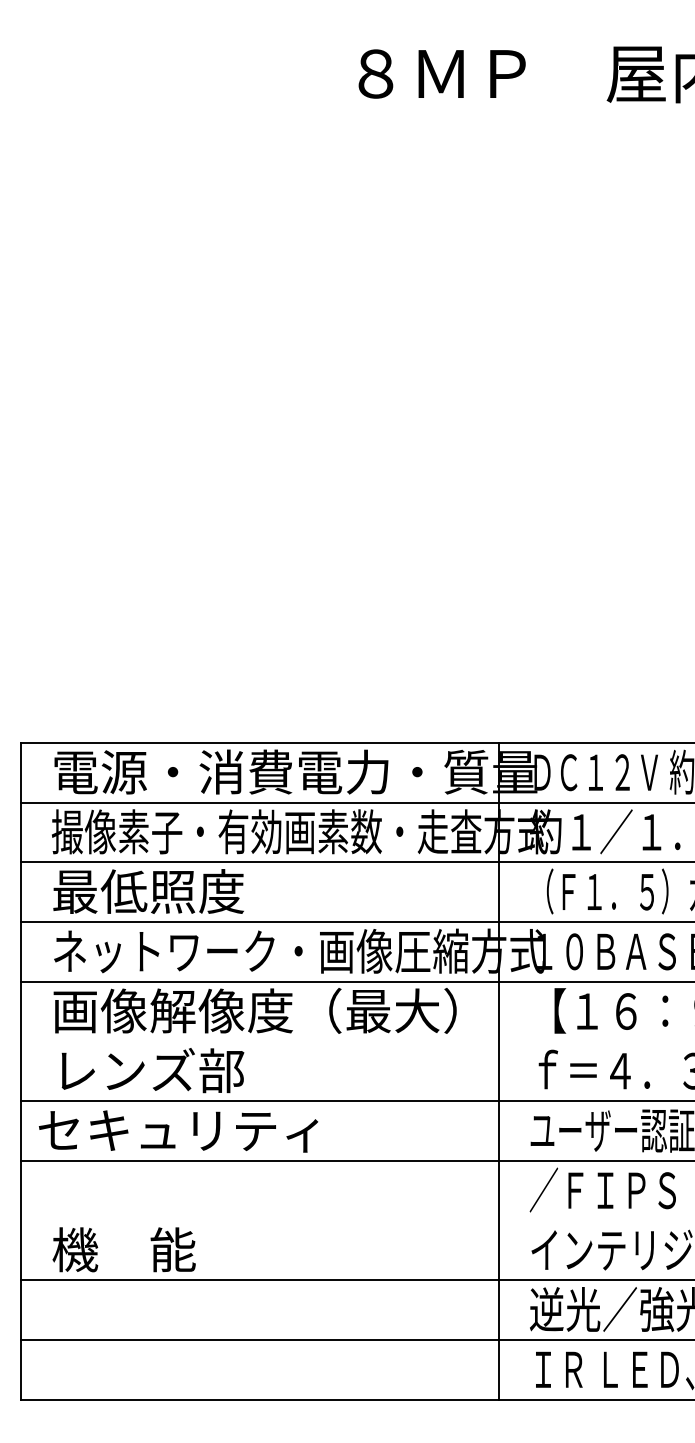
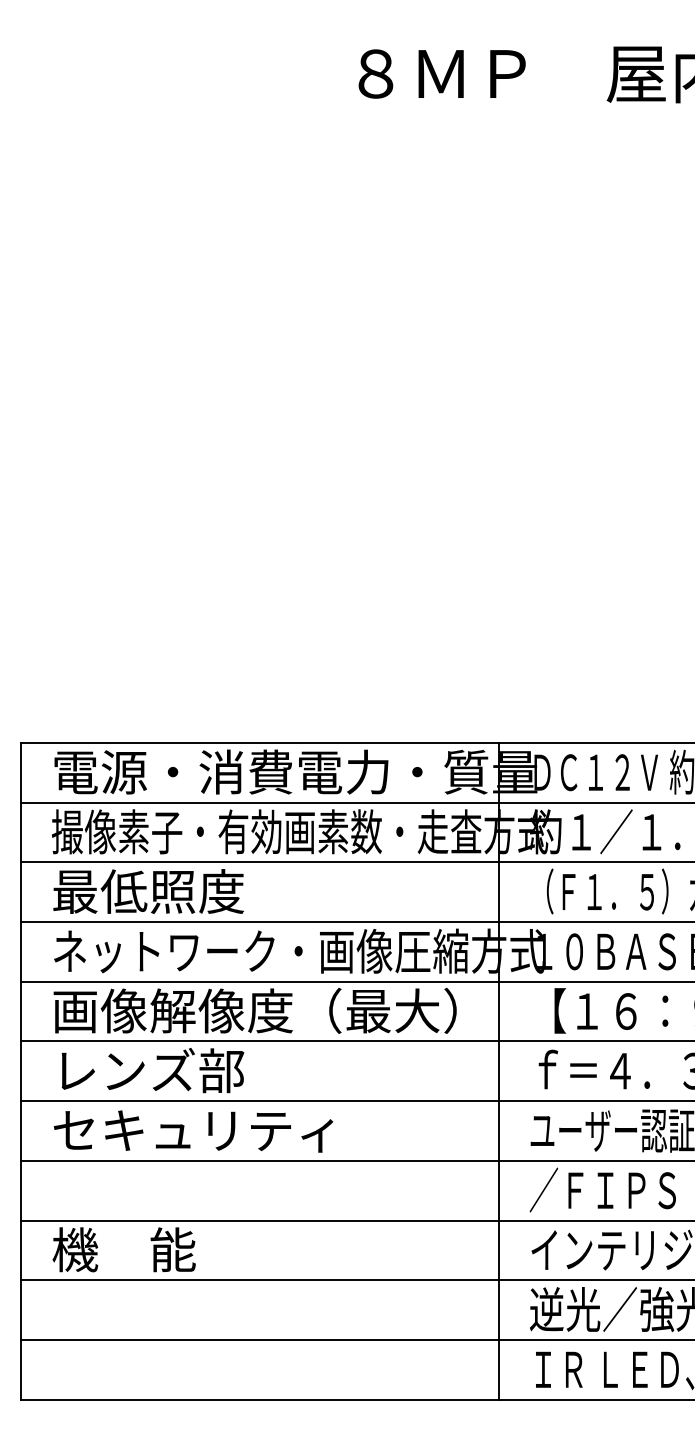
line at (356, 1041): none -> present
text at (178, 1131) position: (178, 1131) -> (193, 1131)
line at (356, 1220): none -> present
